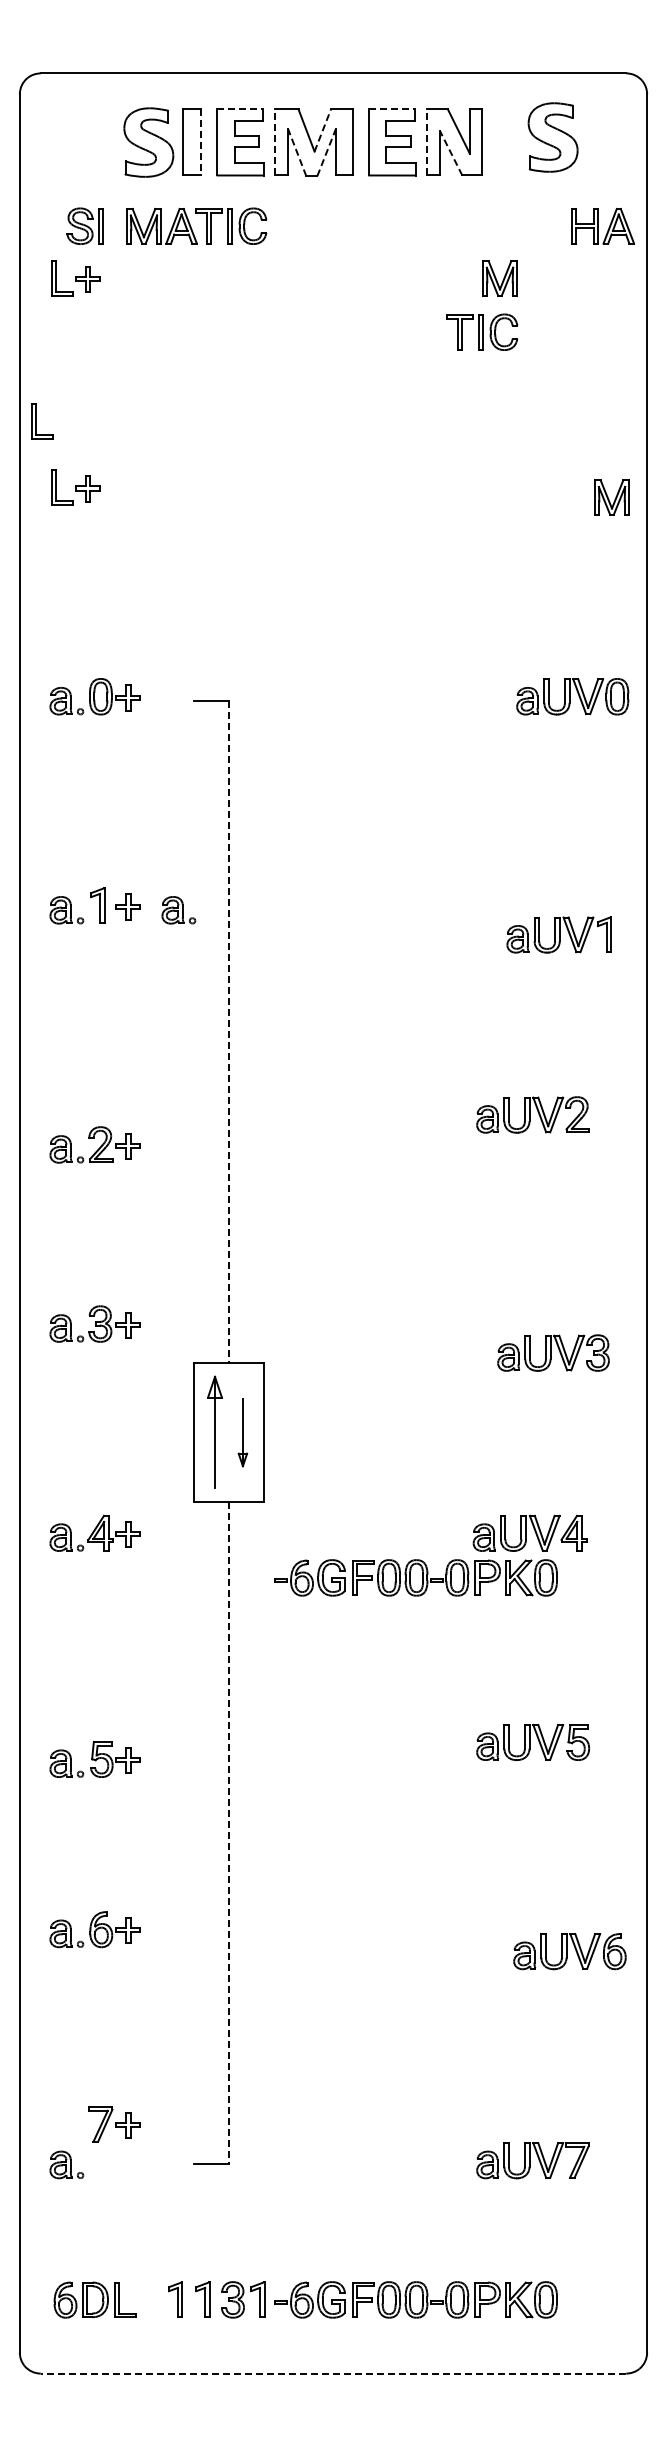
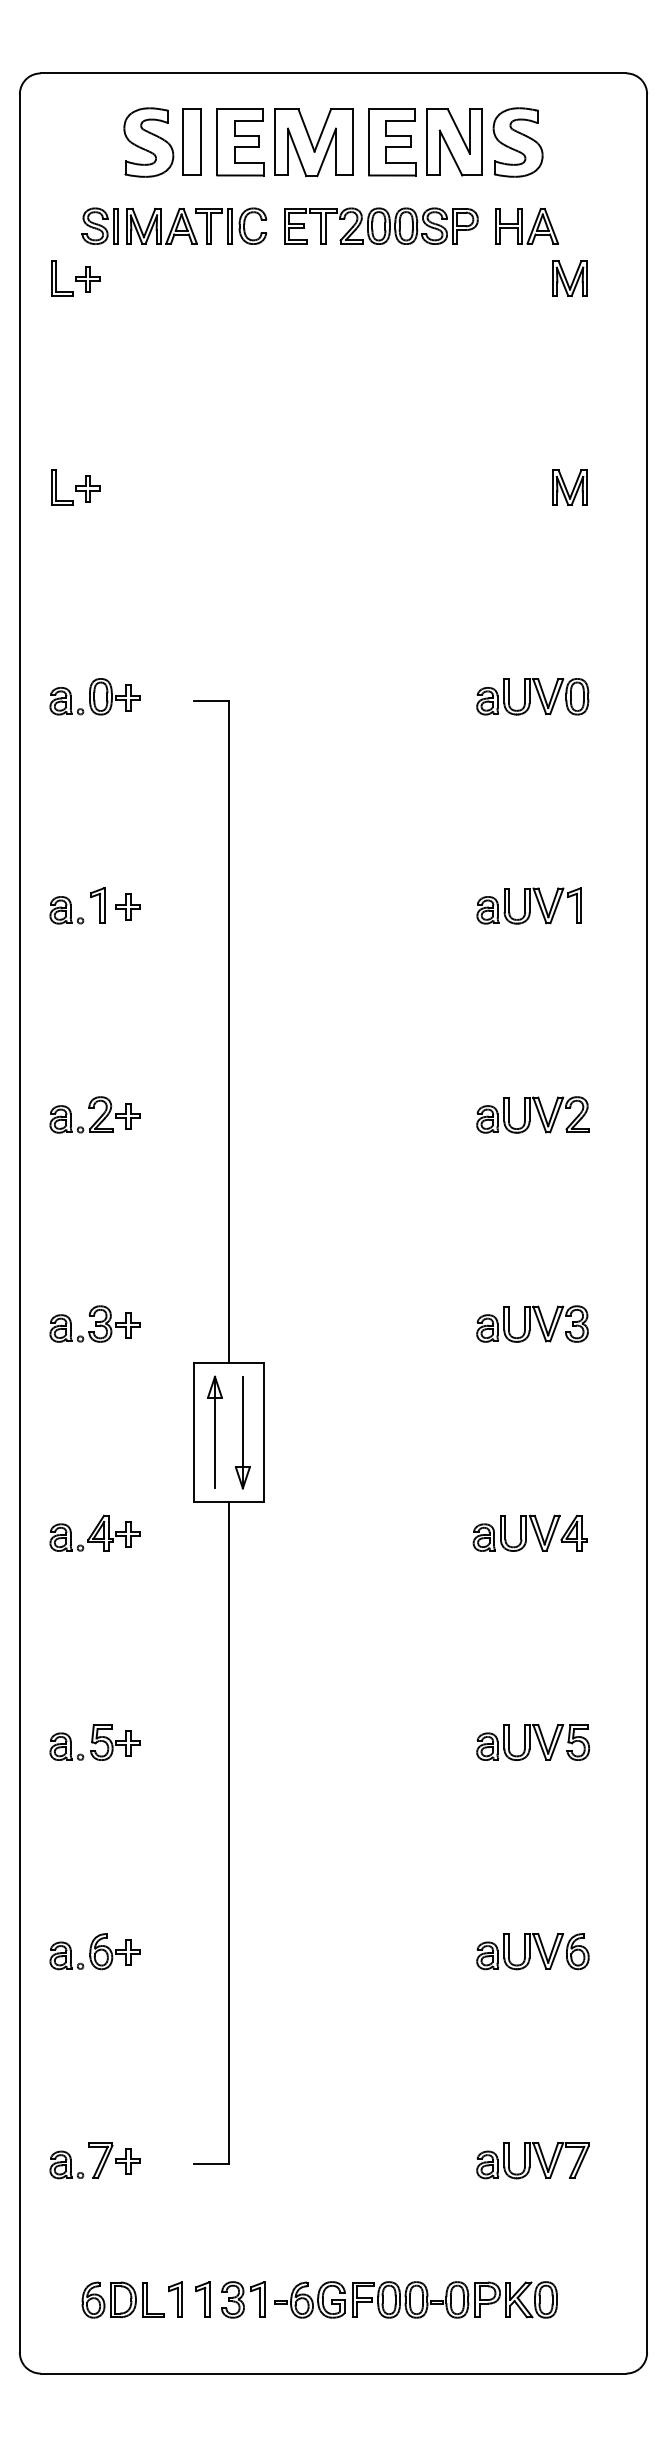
line at (240, 109): dashed -> solid
line at (392, 109): dashed -> solid
line at (322, 130): dashed -> solid
part at (552, 137) position: (552, 137) -> (517, 142)
line at (275, 141): dashed -> solid
line at (427, 141): dashed -> solid
line at (201, 142): dashed -> solid
line at (296, 151): dashed -> solid
line at (326, 152): dashed -> solid
line at (450, 152): dashed -> solid
part at (84, 225) position: (84, 225) -> (99, 225)
part at (381, 225): none -> present
part at (602, 225) position: (602, 225) -> (526, 225)
part at (499, 278) position: (499, 278) -> (569, 278)
part at (482, 331): present -> none
part at (42, 421): present -> none
part at (611, 497) position: (611, 497) -> (569, 487)
part at (572, 696) position: (572, 696) -> (532, 696)
part at (178, 910): present -> none
part at (558, 934) position: (558, 934) -> (528, 905)
line at (228, 1032): dashed -> solid
part at (94, 1144) position: (94, 1144) -> (94, 1114)
part at (553, 1352) position: (553, 1352) -> (532, 1323)
part at (242, 1432) size: 12x70 px -> 16x114 px
part at (415, 1577): present -> none
part at (94, 1759) position: (94, 1759) -> (94, 1742)
line at (228, 1833): dashed -> solid
part at (94, 1929) position: (94, 1929) -> (94, 1951)
part at (569, 1951) position: (569, 1951) -> (532, 1951)
part at (114, 2124) position: (114, 2124) -> (114, 2160)
part at (94, 2299) position: (94, 2299) -> (122, 2299)
line at (333, 2373): dashed -> solid
